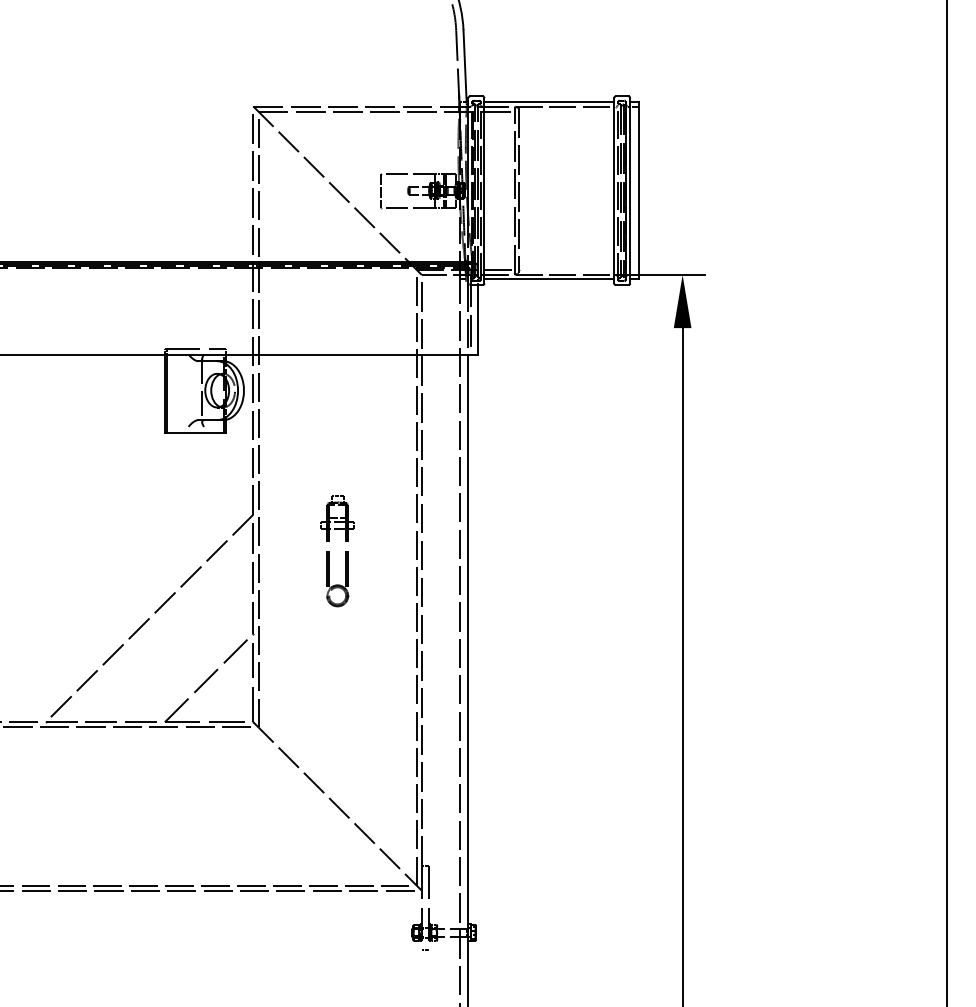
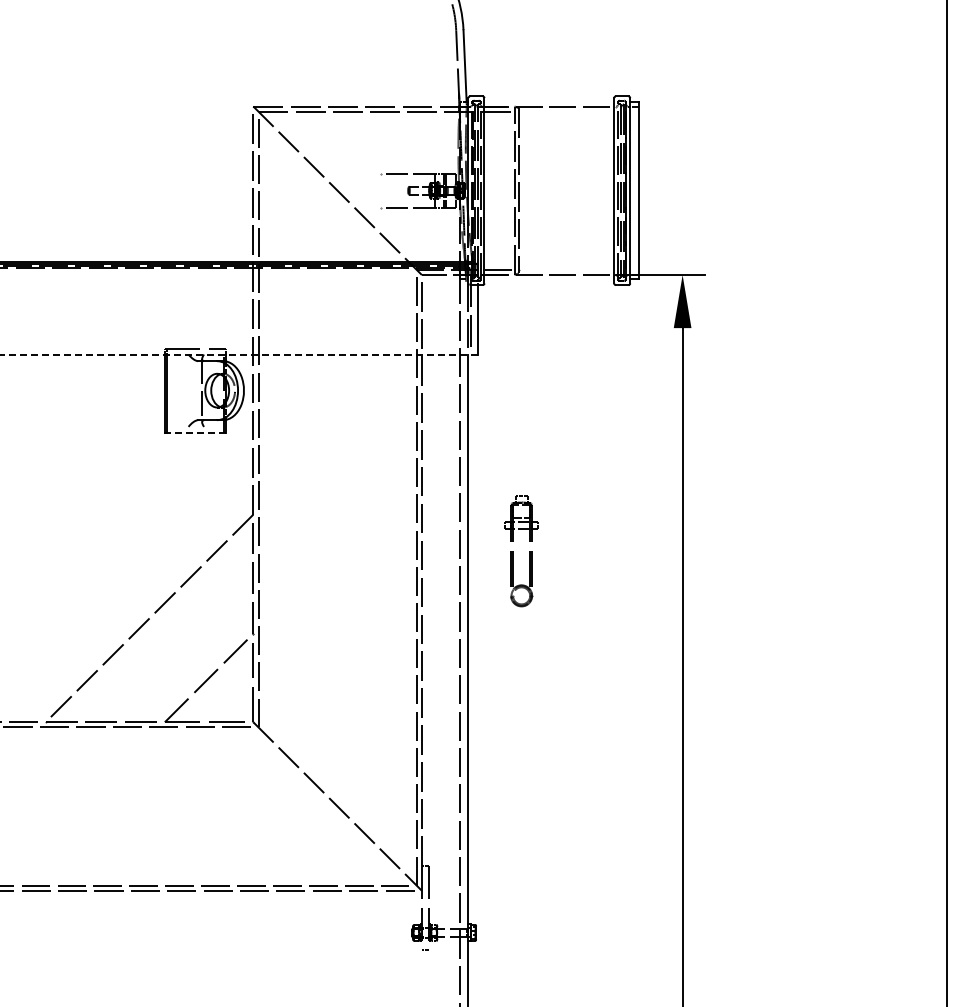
line at (549, 102): present -> none
line at (380, 190): present -> none
line at (549, 279): present -> none
line at (239, 354): solid -> dashed
line at (196, 432): solid -> dashed
part at (329, 551) position: (329, 551) -> (513, 551)
